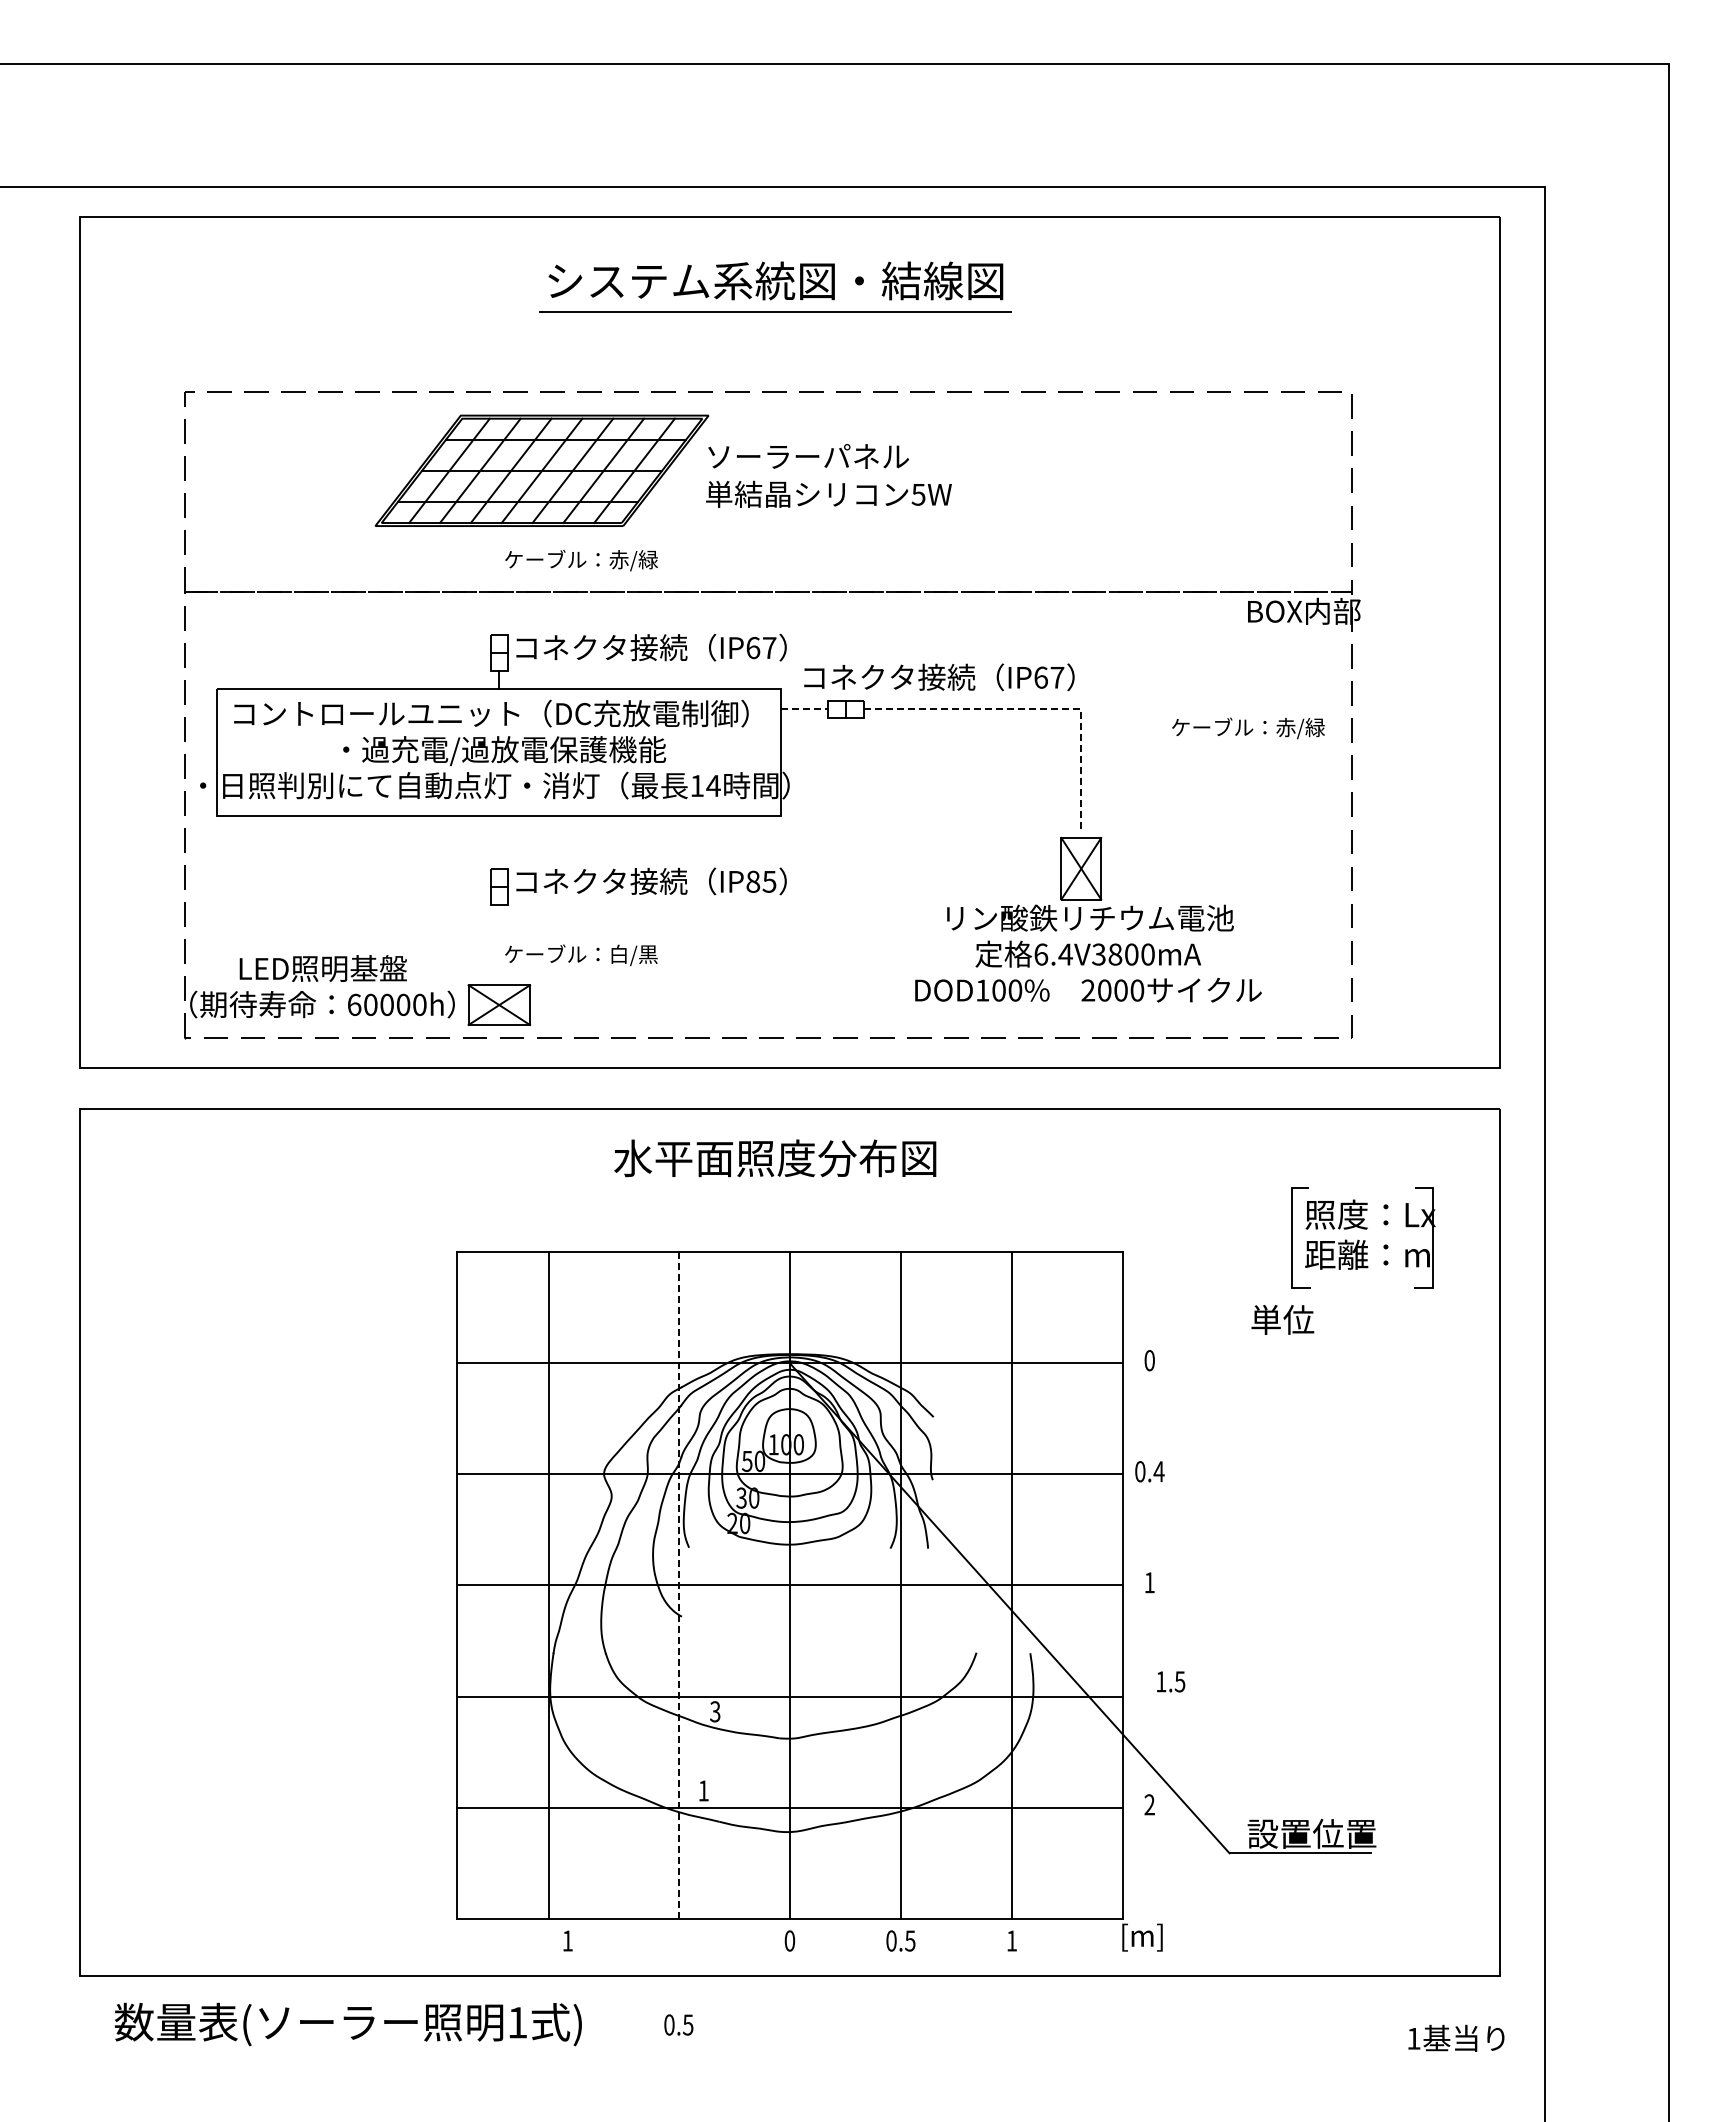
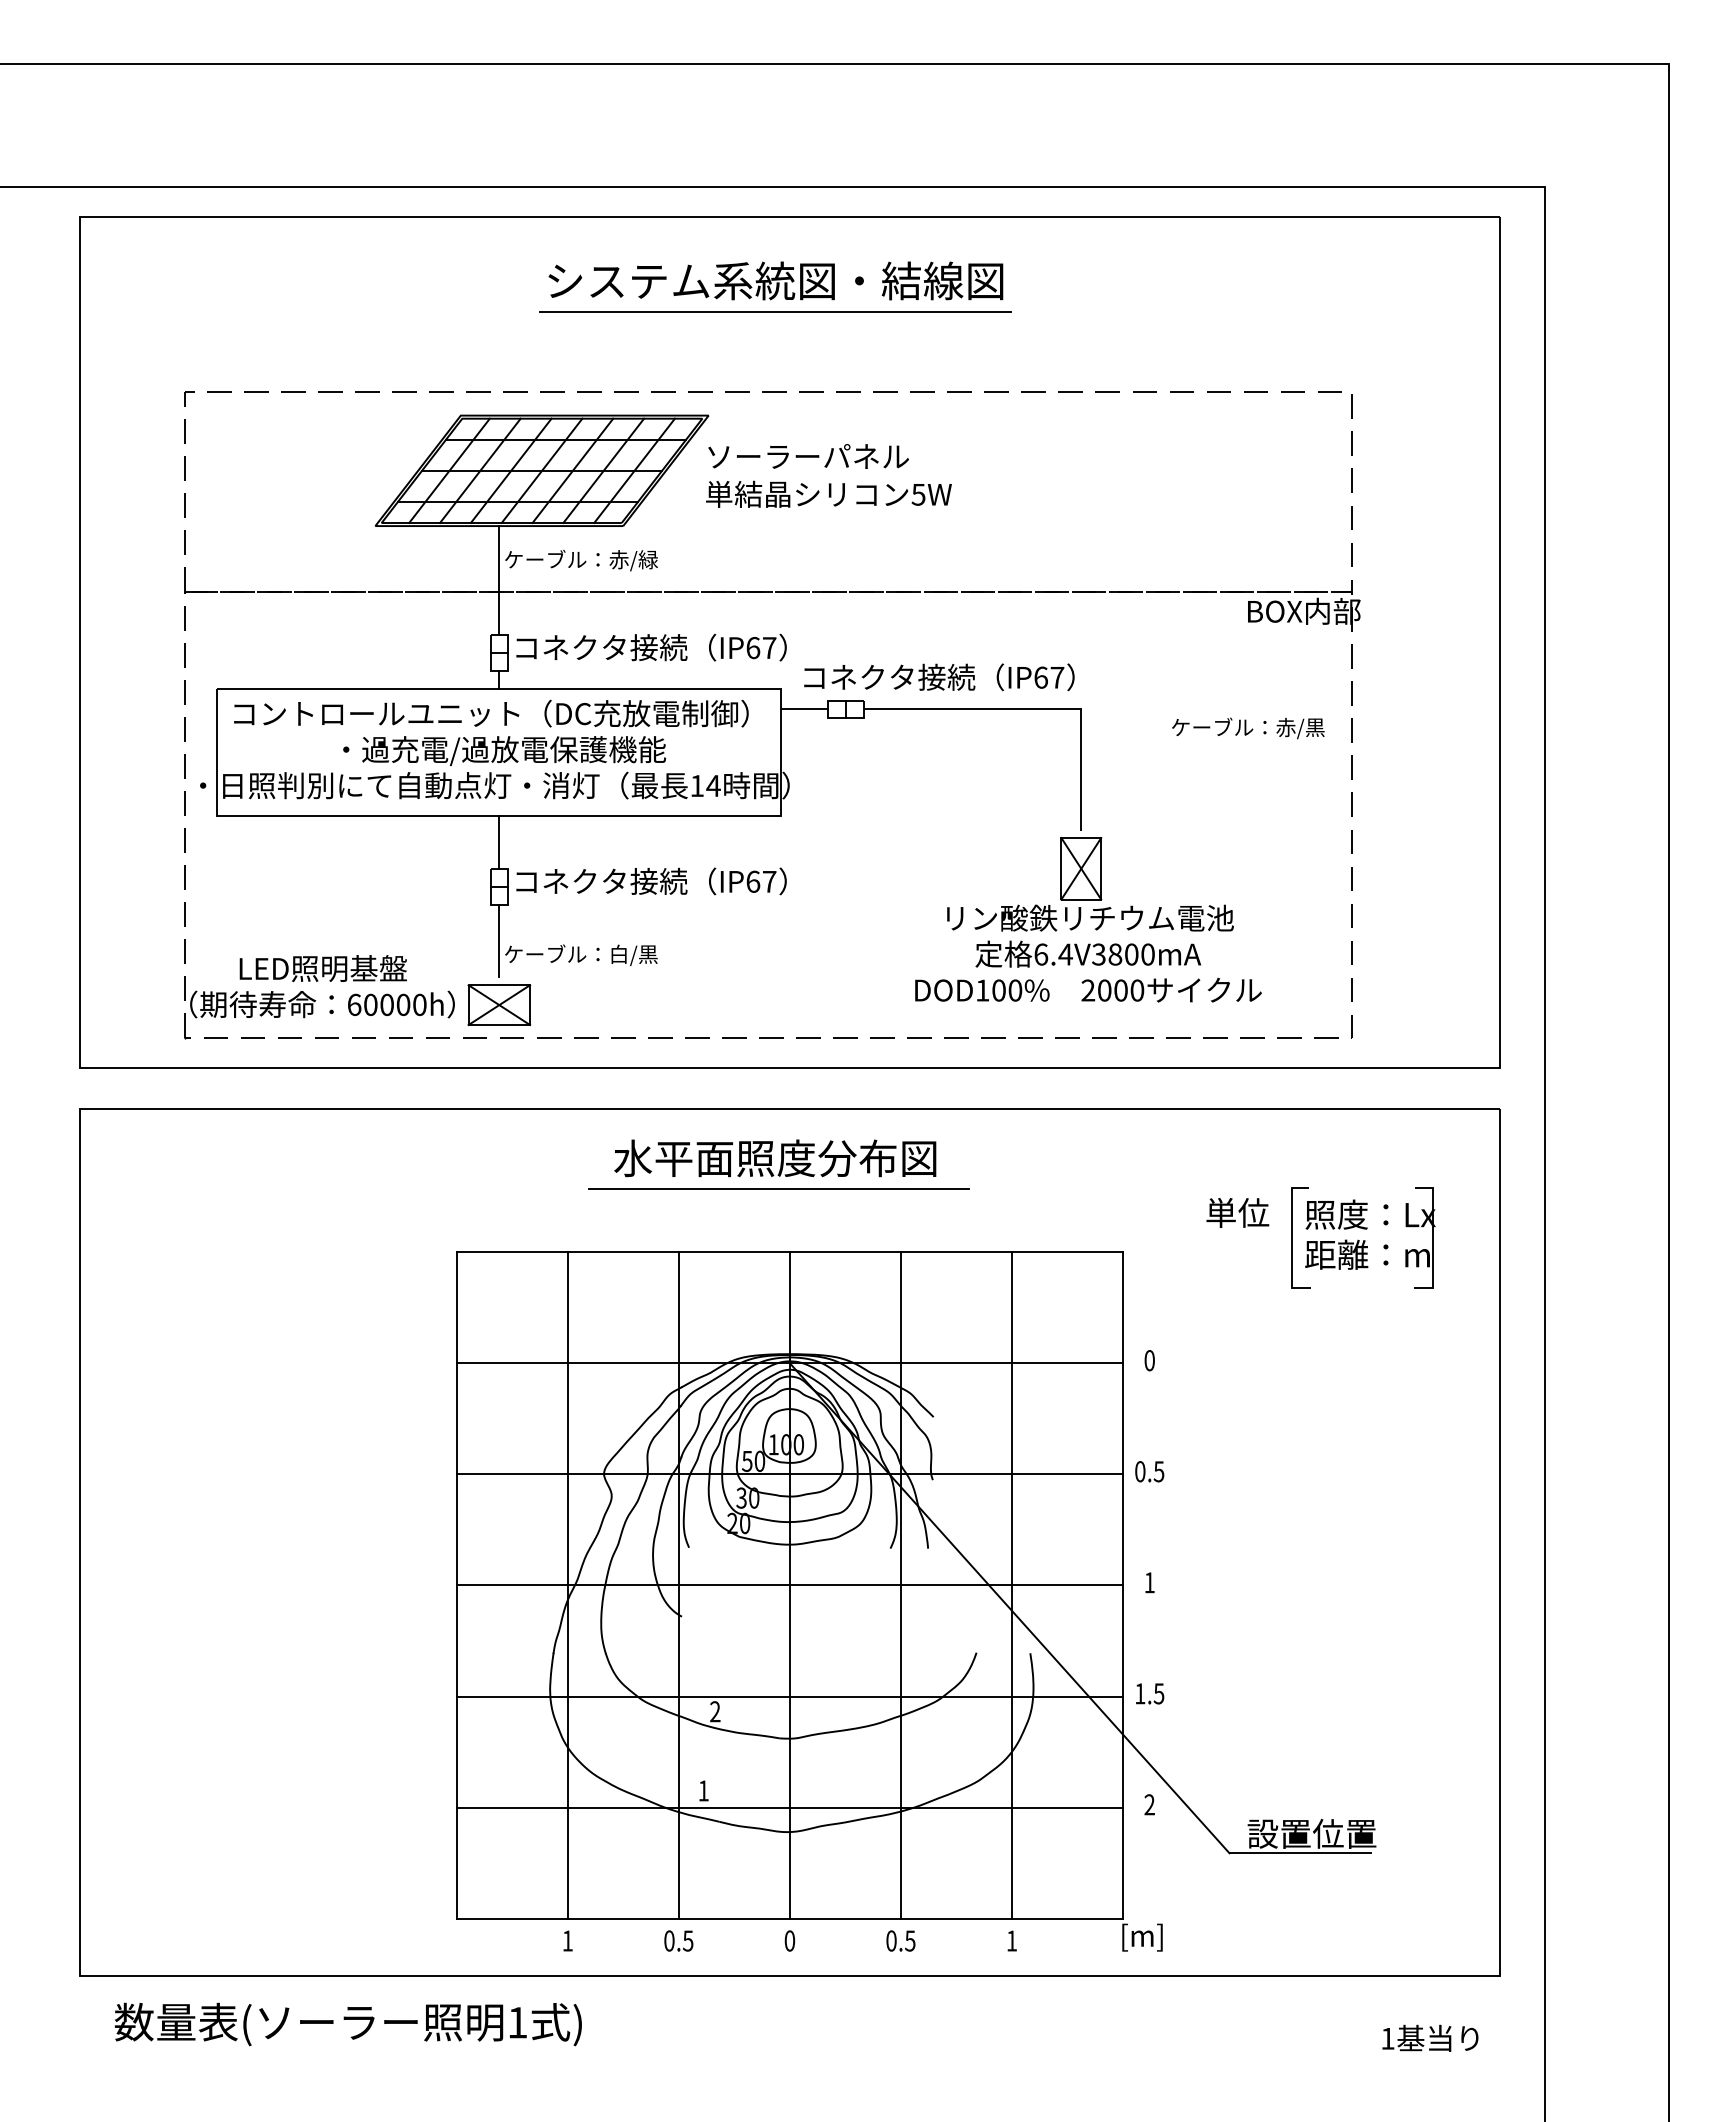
line at (499, 580): none -> present
line at (805, 709): dashed -> solid
line at (1034, 709): dashed -> solid
text at (1314, 727): ケーブル：赤/緑 -> ケーブル：赤/黒
line at (499, 842): none -> present
text at (761, 881): IP85 -> IP67
line at (499, 940): none -> present
line at (778, 1189): none -> present
text at (1282, 1319) position: (1282, 1319) -> (1237, 1212)
text at (1158, 1471): 0.4 -> 0.5
line at (678, 1584): dashed -> solid
line at (548, 1585) position: (548, 1585) -> (567, 1585)
text at (1171, 1681) position: (1171, 1681) -> (1150, 1693)
text at (715, 1711): 3 -> 2
text at (678, 2024) position: (678, 2024) -> (678, 1940)
text at (1456, 2037) position: (1456, 2037) -> (1430, 2037)
